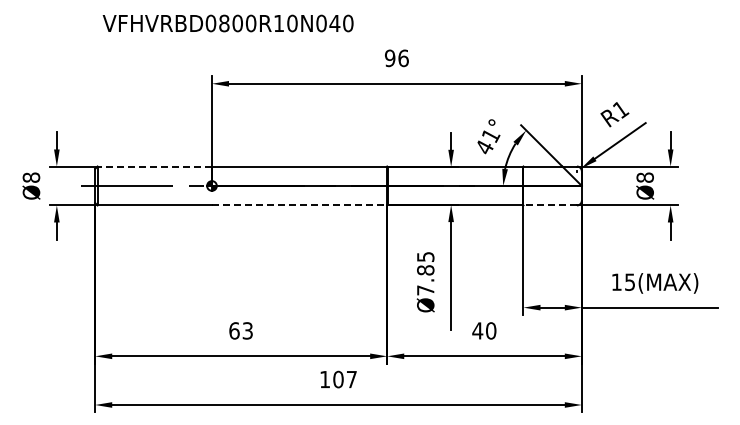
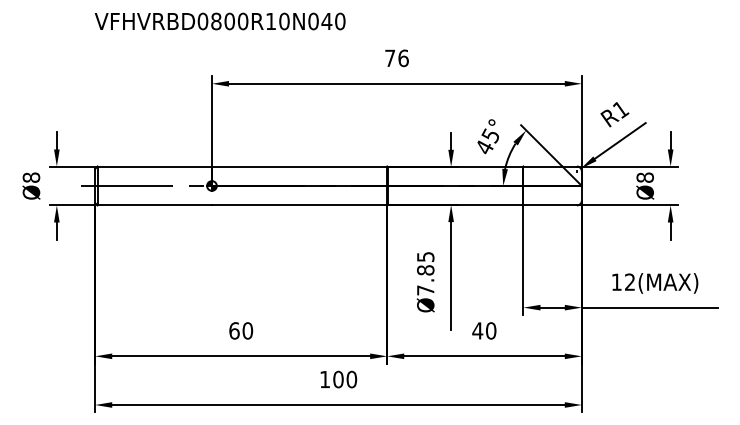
text at (227, 23) position: (227, 23) -> (219, 21)
text at (389, 58): 96 -> 76
text at (490, 135): 41° -> 45°
line at (154, 166): dashed -> solid
line at (299, 205): dashed -> solid
line at (550, 205): dashed -> solid
text at (629, 281): 15(MAX) -> 12(MAX)
text at (247, 330): 63 -> 60
text at (351, 379): 107 -> 100
